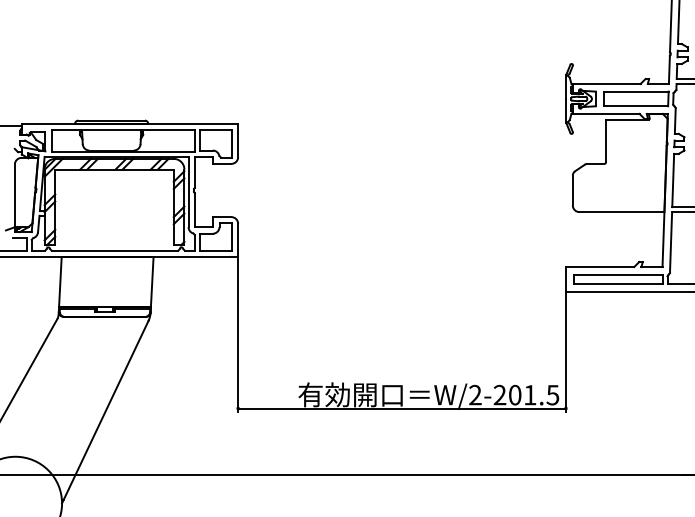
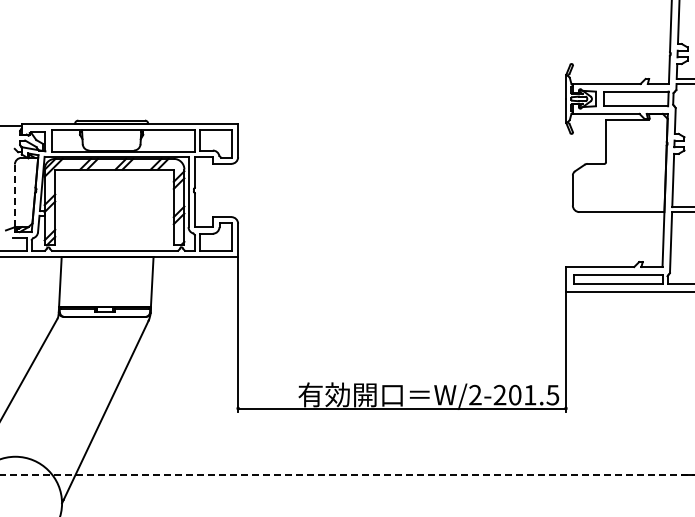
line at (14, 195): solid -> dashed
line at (347, 475): solid -> dashed
